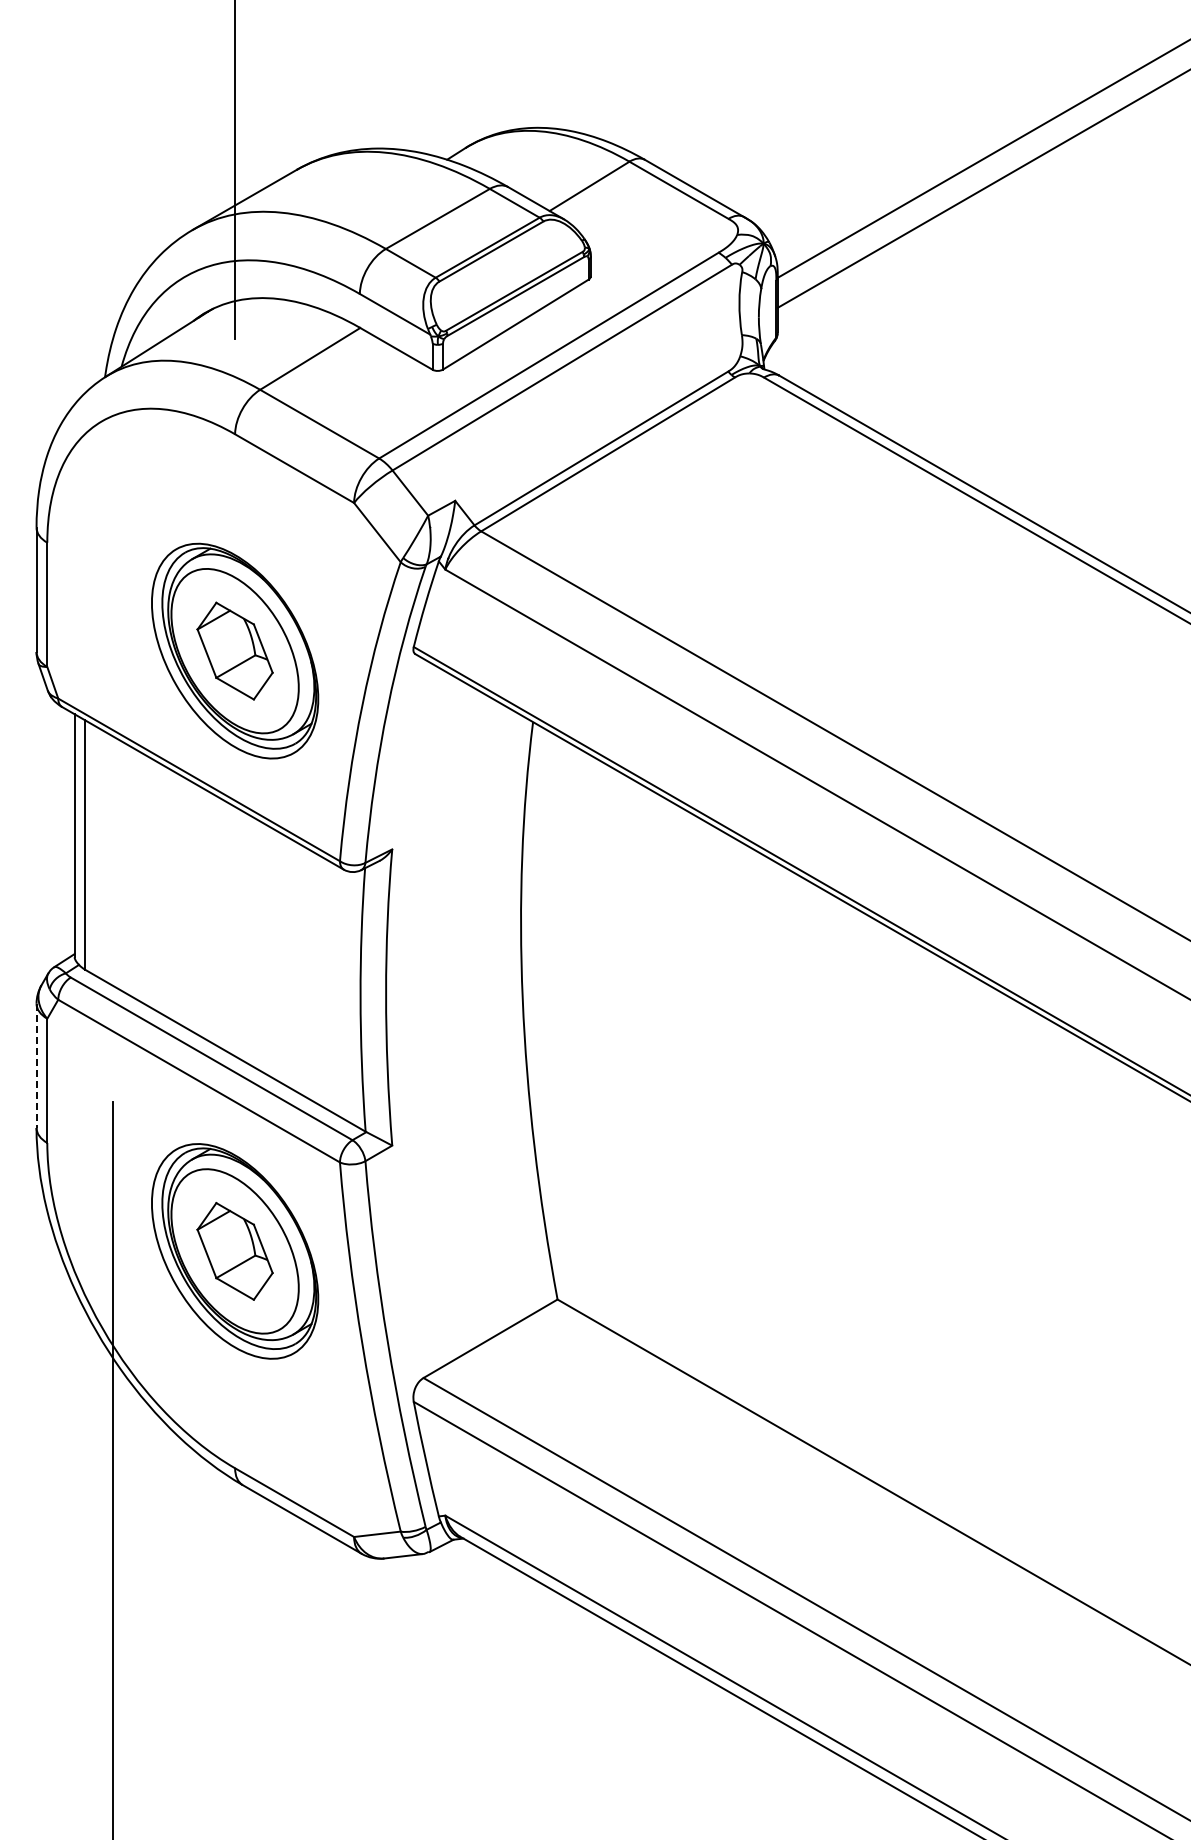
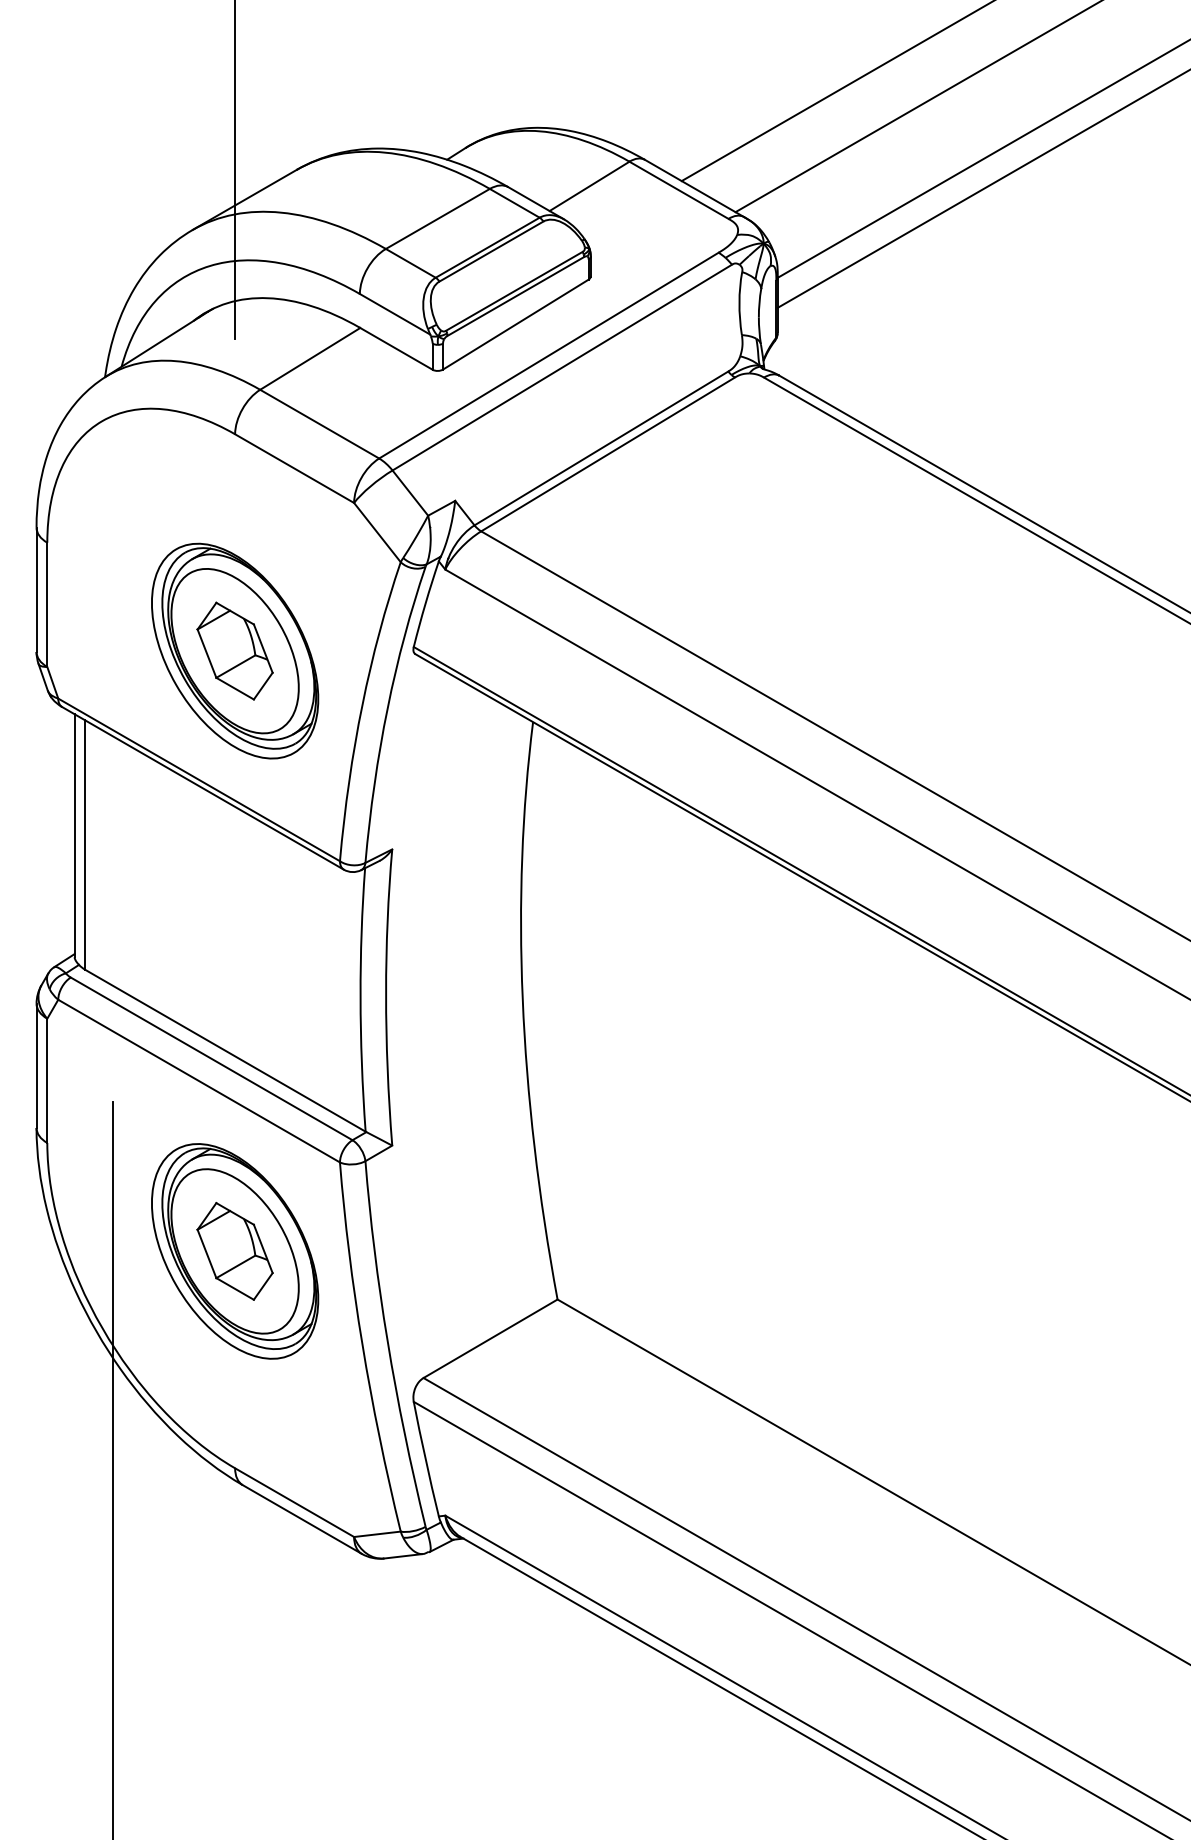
line at (836, 91): none -> present
line at (917, 107): none -> present
line at (36, 1066): dashed -> solid
